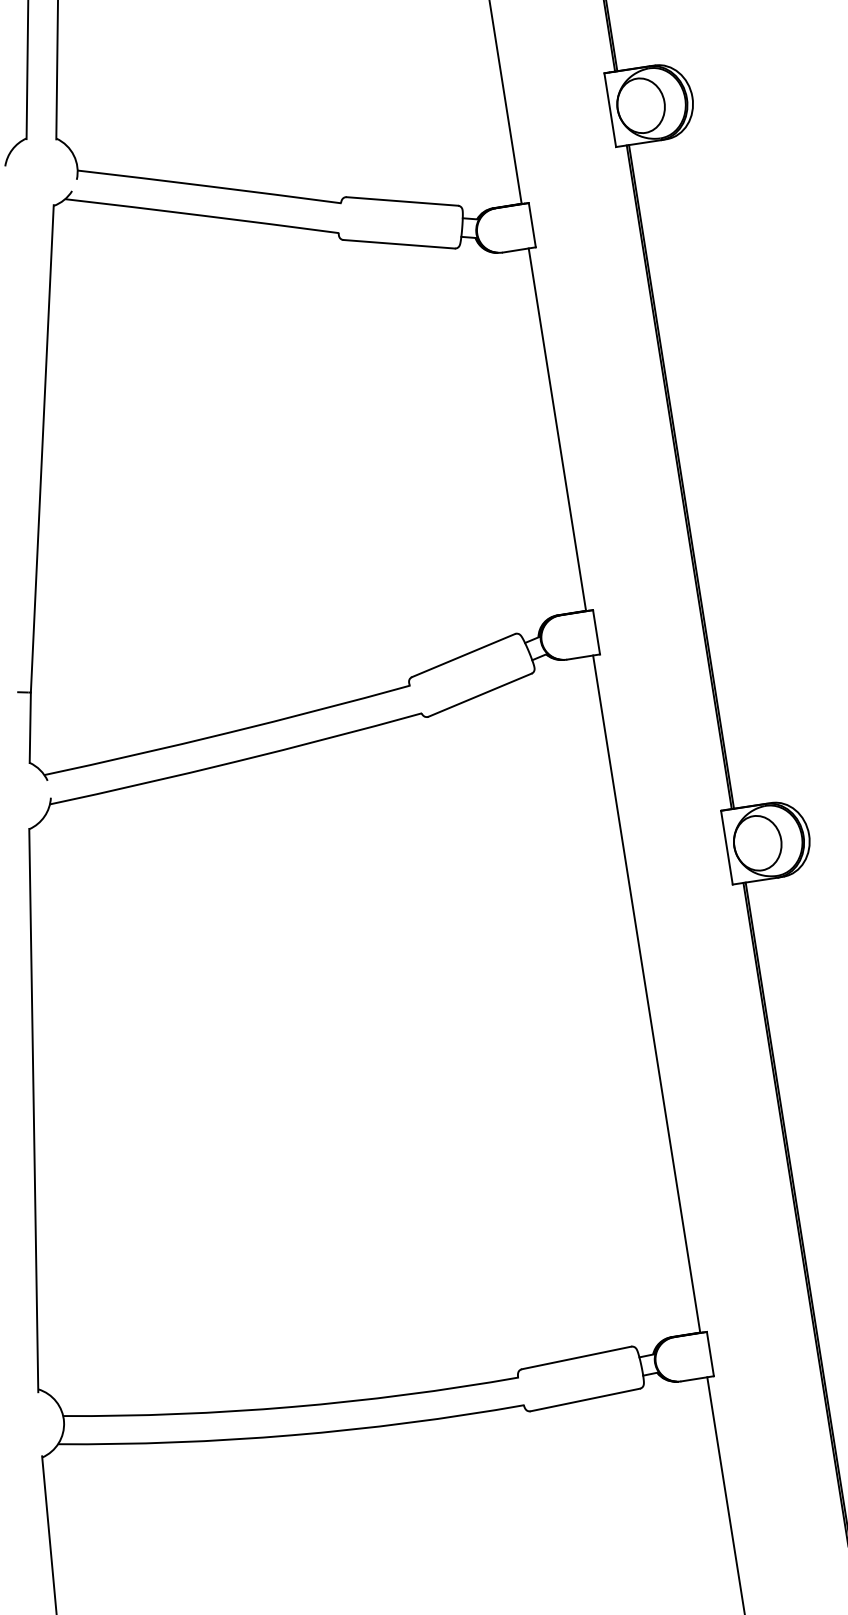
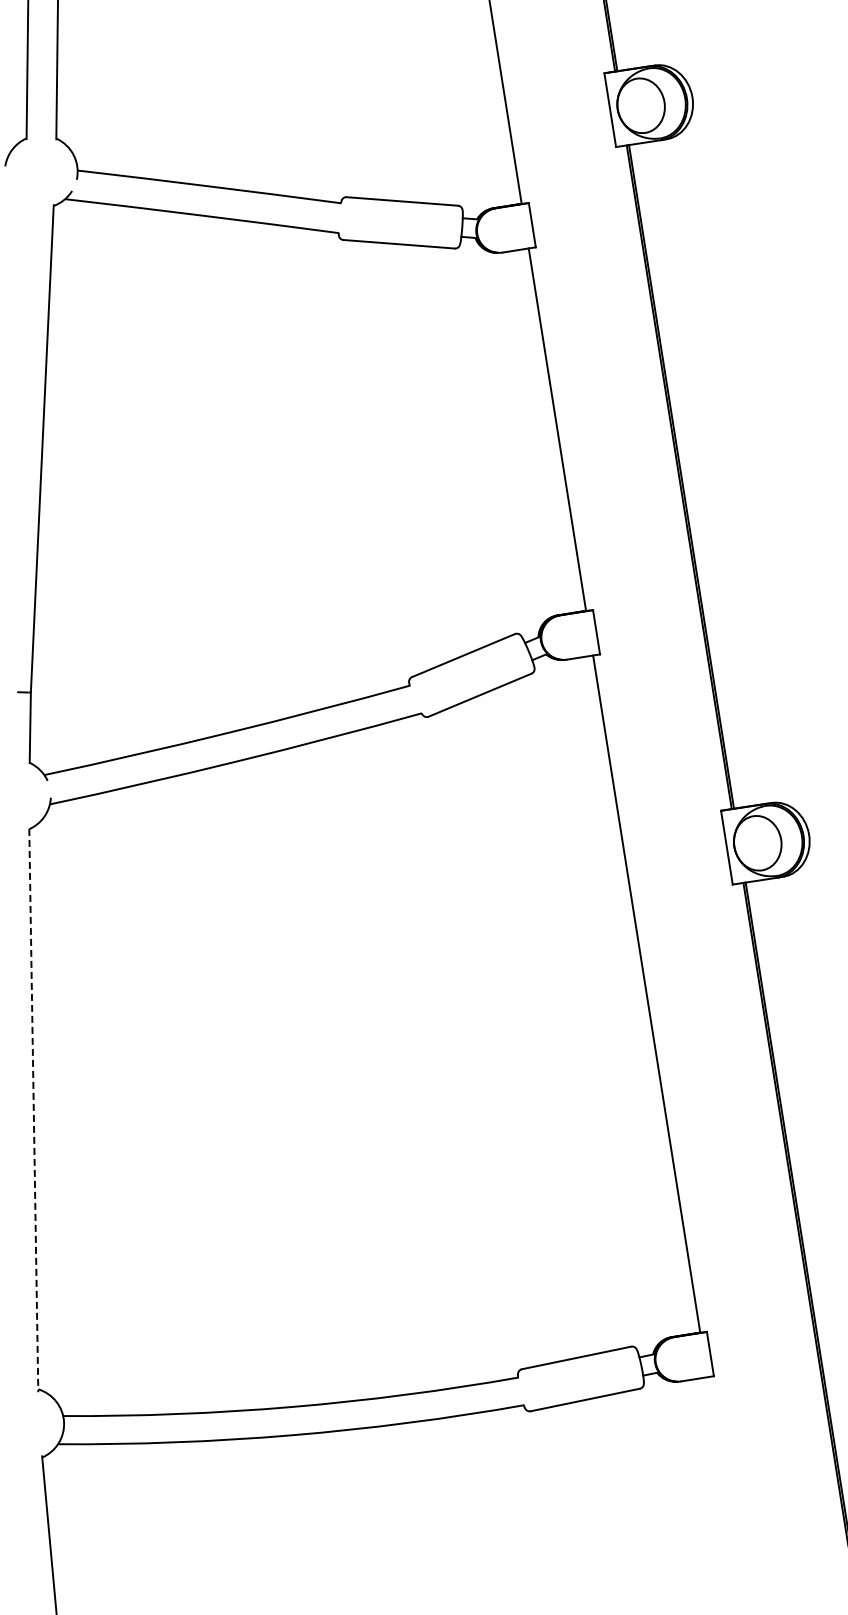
line at (33, 1110): solid -> dashed
line at (725, 1494): present -> none
